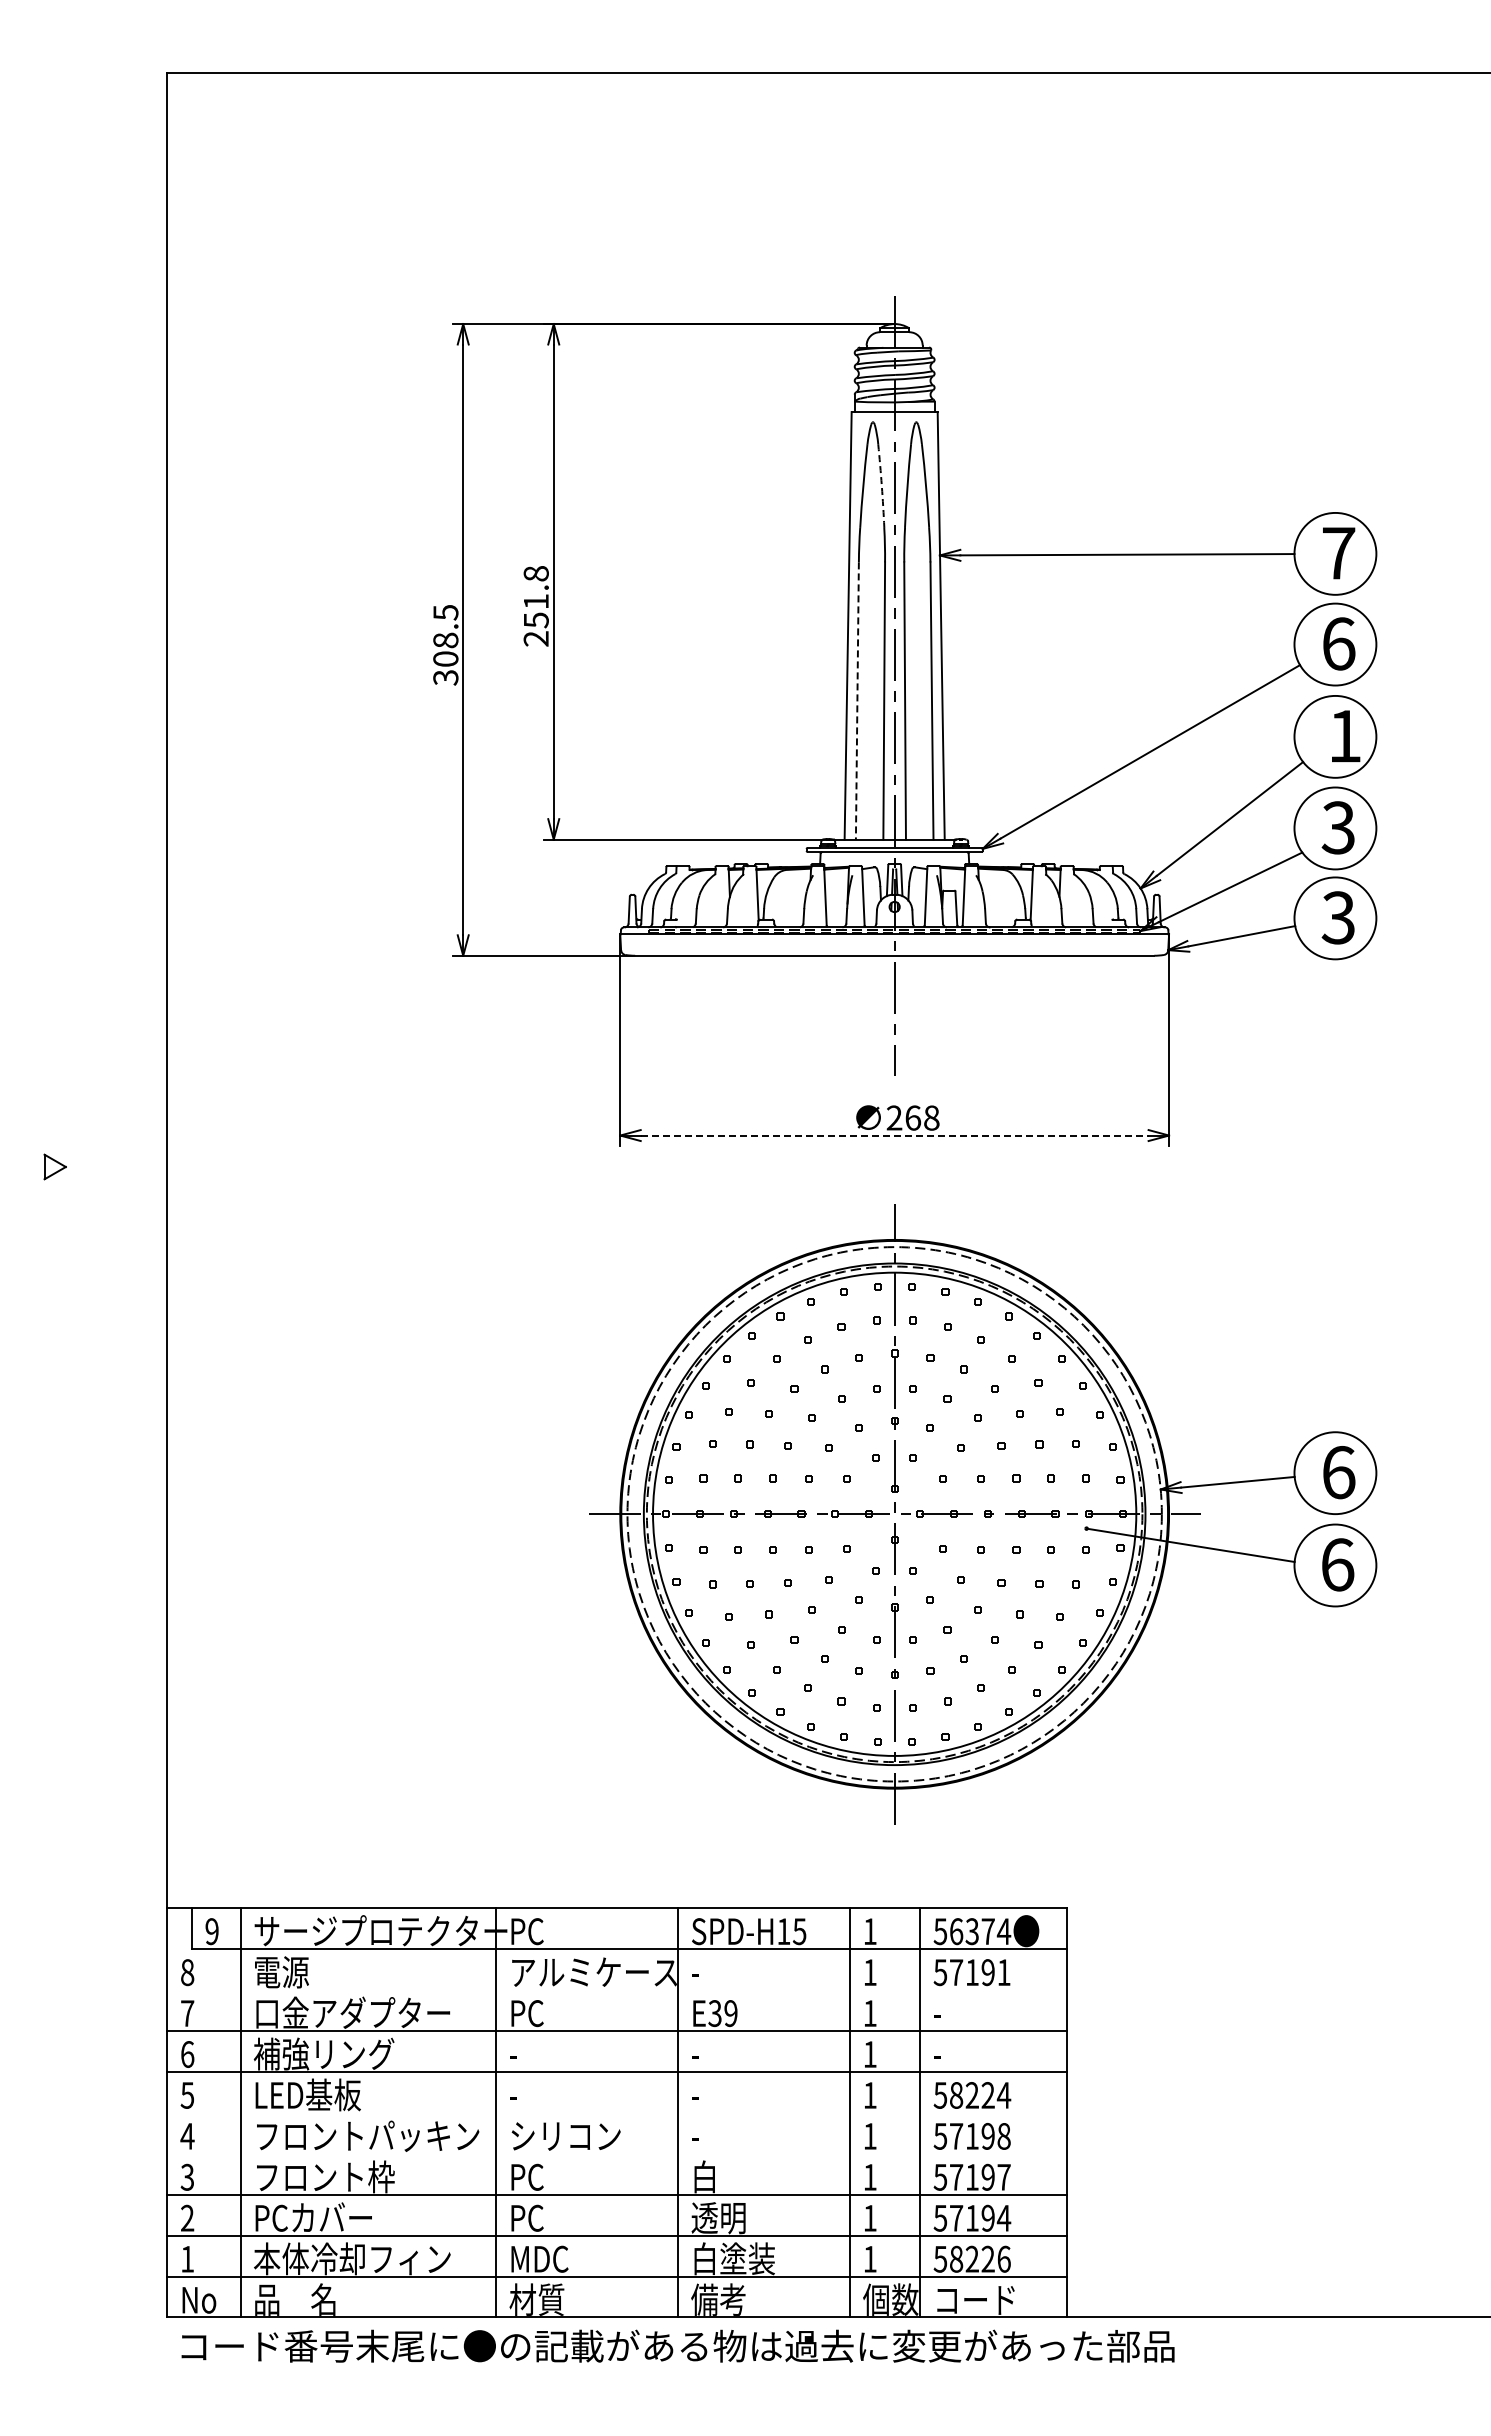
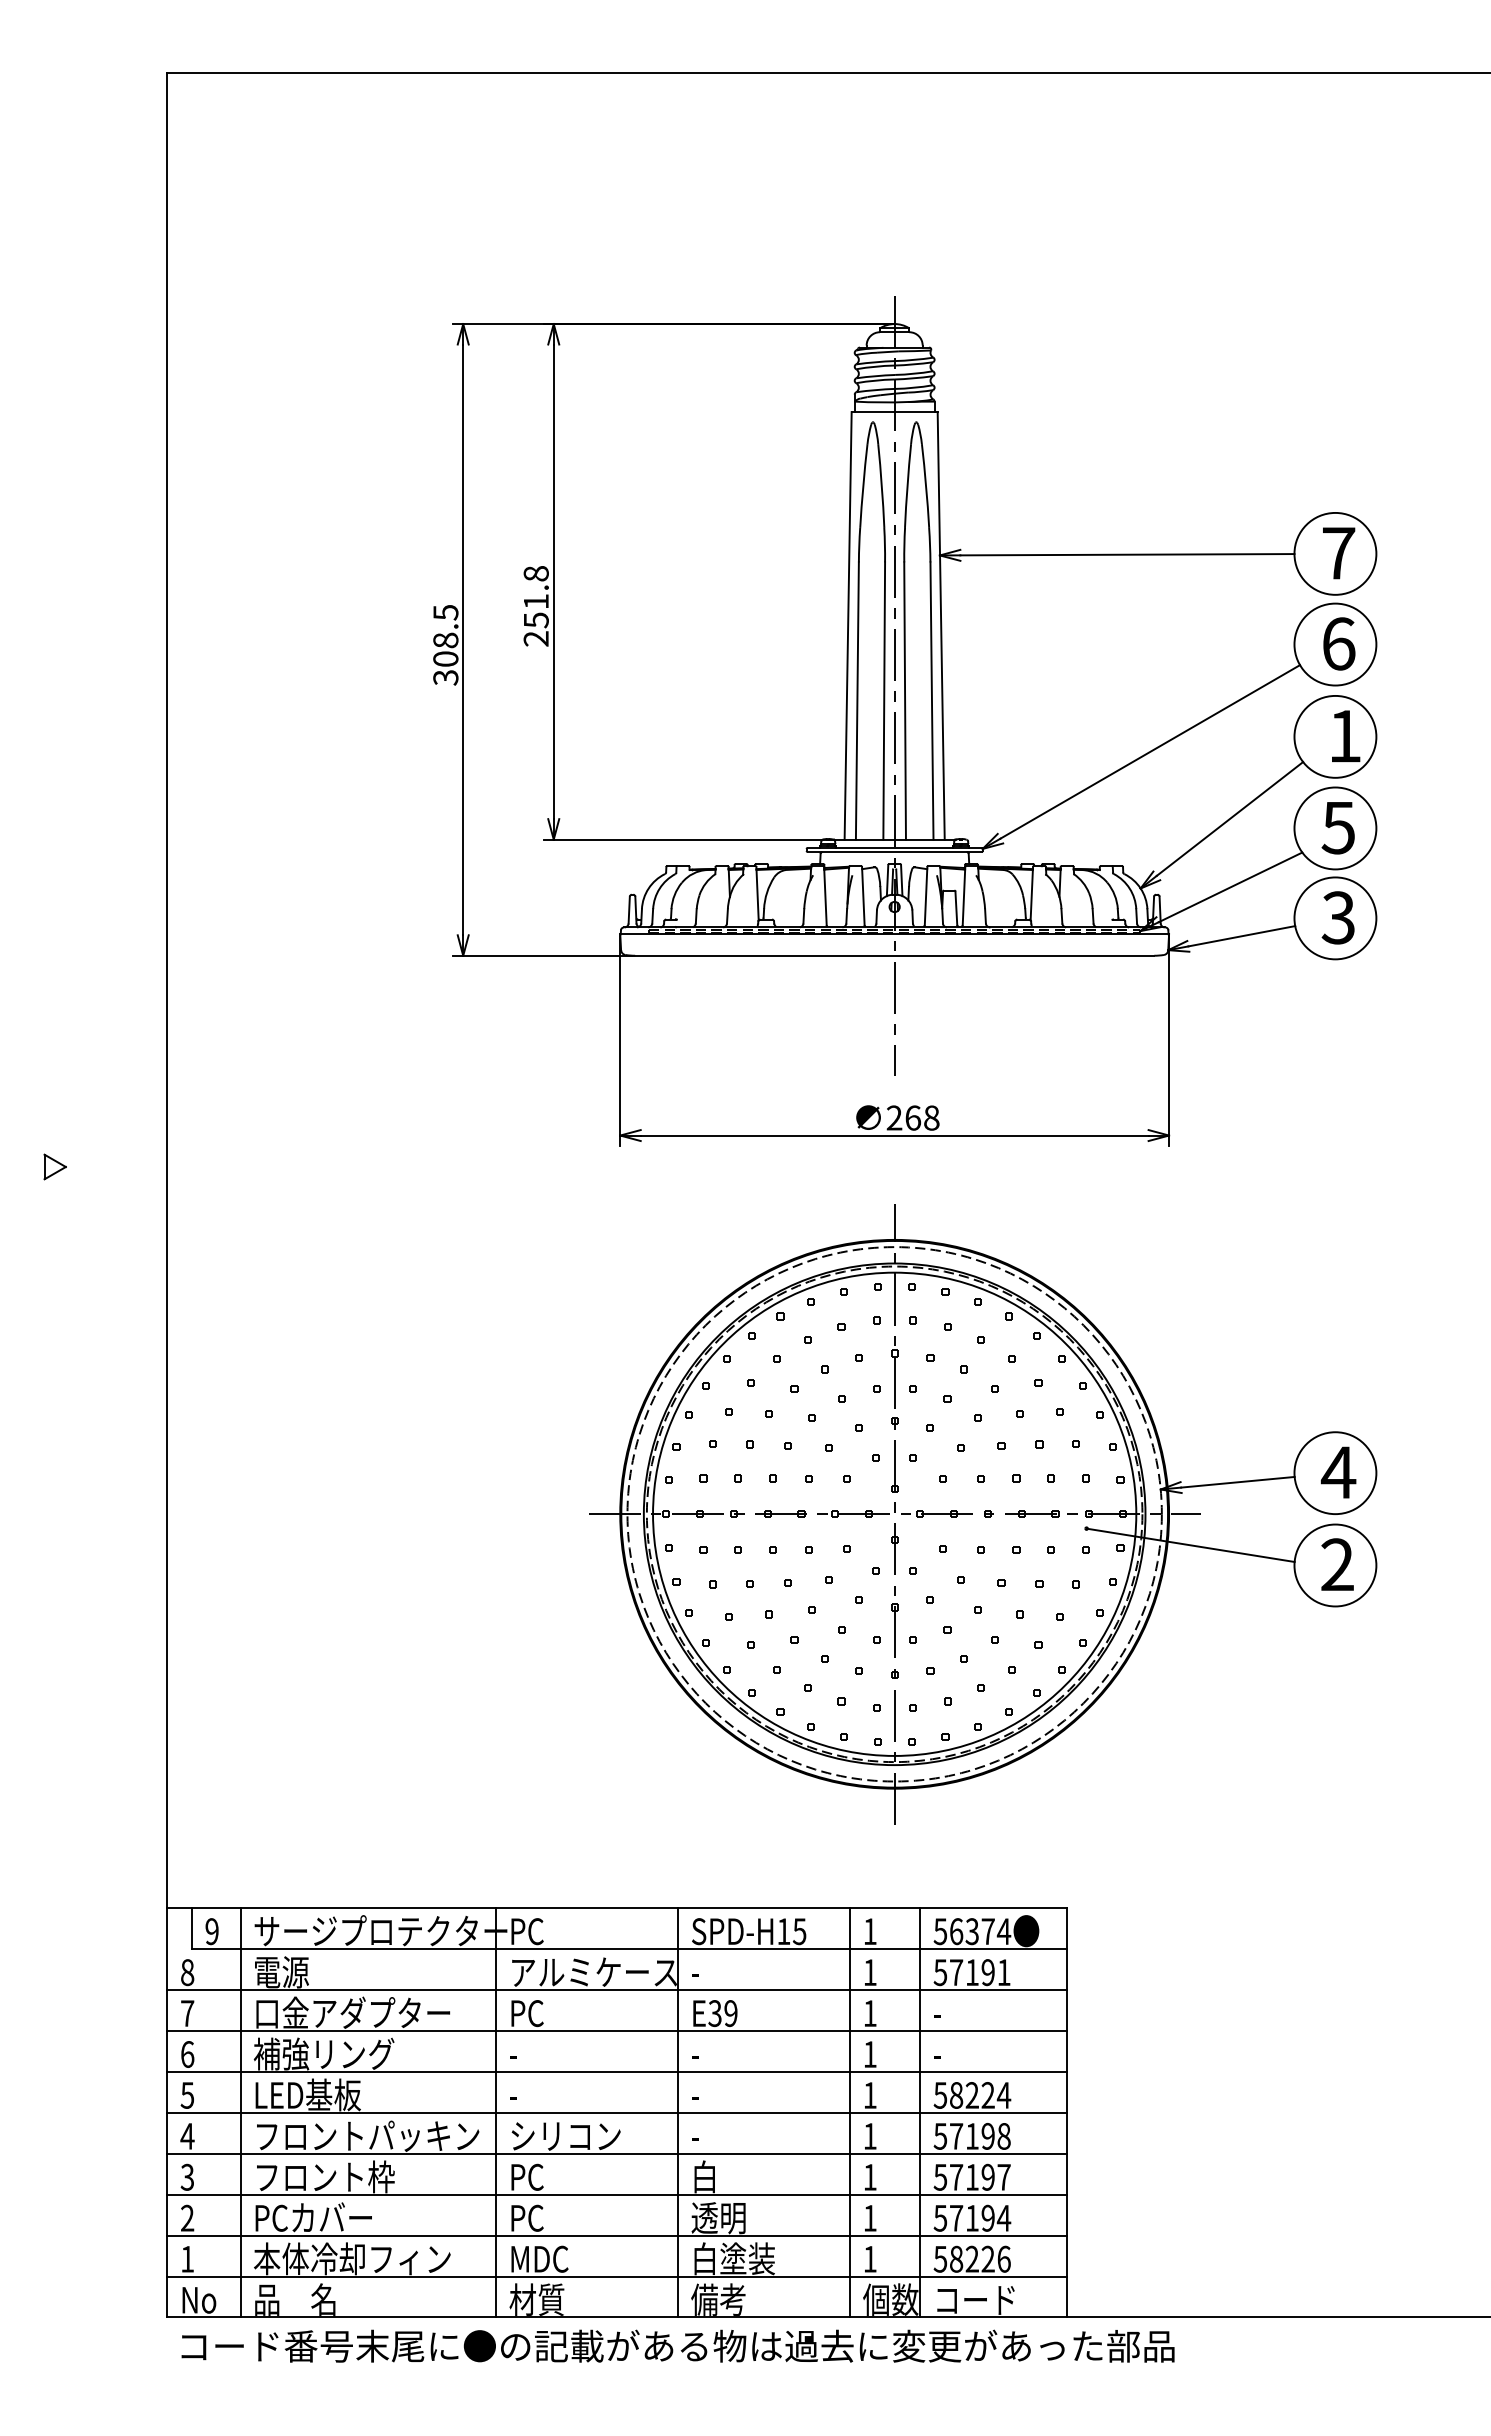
arc at (881, 486): dashed -> solid
line at (857, 701): dashed -> solid
text at (1337, 827): 3 -> 5
line at (894, 1135): dashed -> solid
text at (1338, 1472): 6 -> 4
text at (1337, 1564): 6 -> 2
line at (617, 1989): none -> present
line at (617, 2112): none -> present
line at (617, 2153): none -> present
